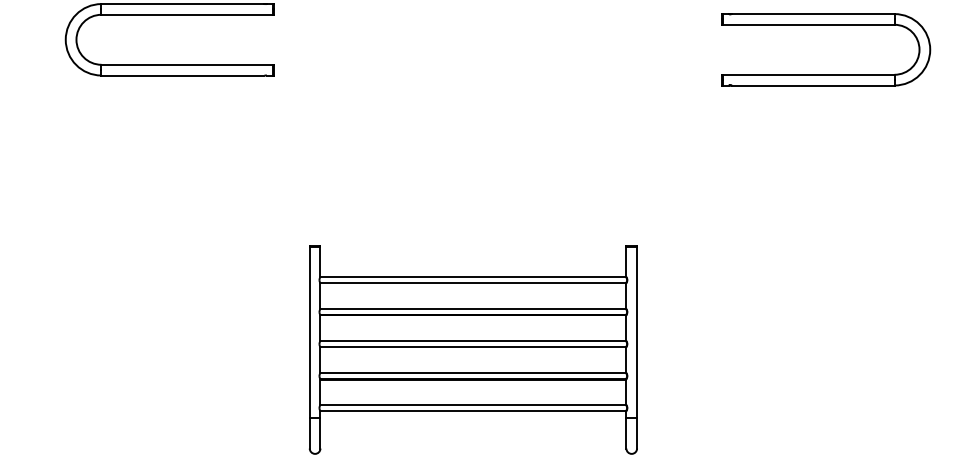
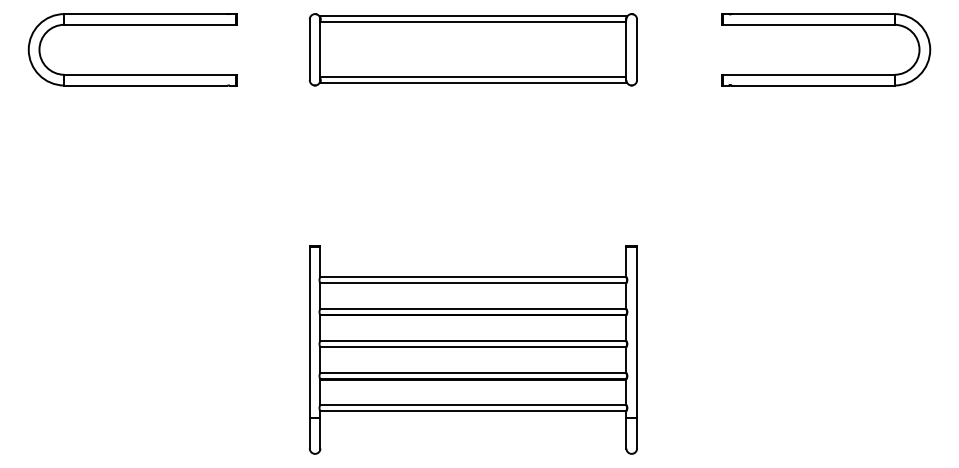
part at (169, 15) position: (169, 15) -> (132, 25)
part at (472, 49): none -> present
